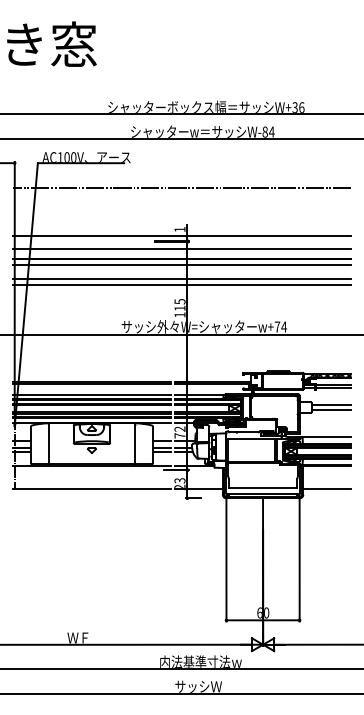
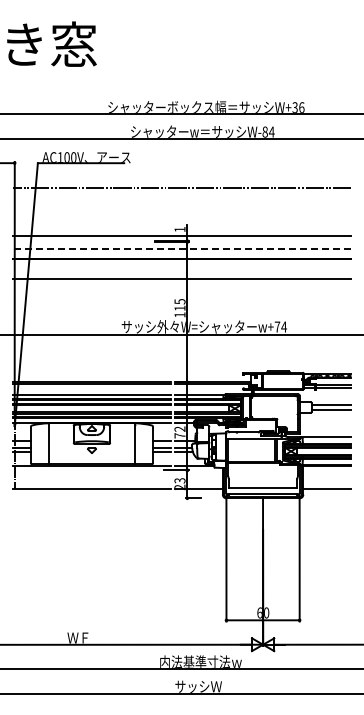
line at (181, 249): solid -> dashed
line at (181, 265): present -> none
line at (181, 284): present -> none
